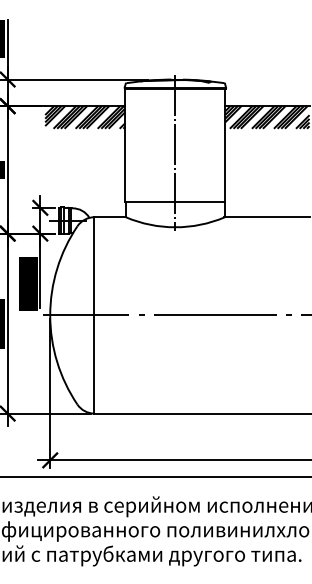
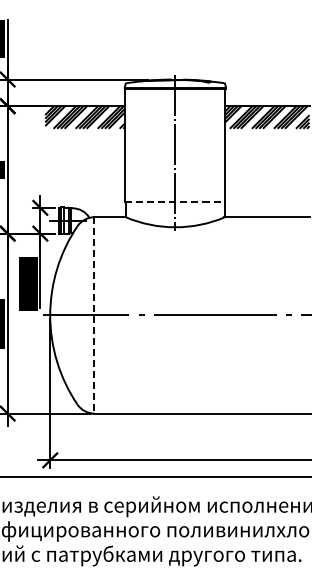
line at (175, 202): solid -> dashed
line at (94, 315): solid -> dashed
